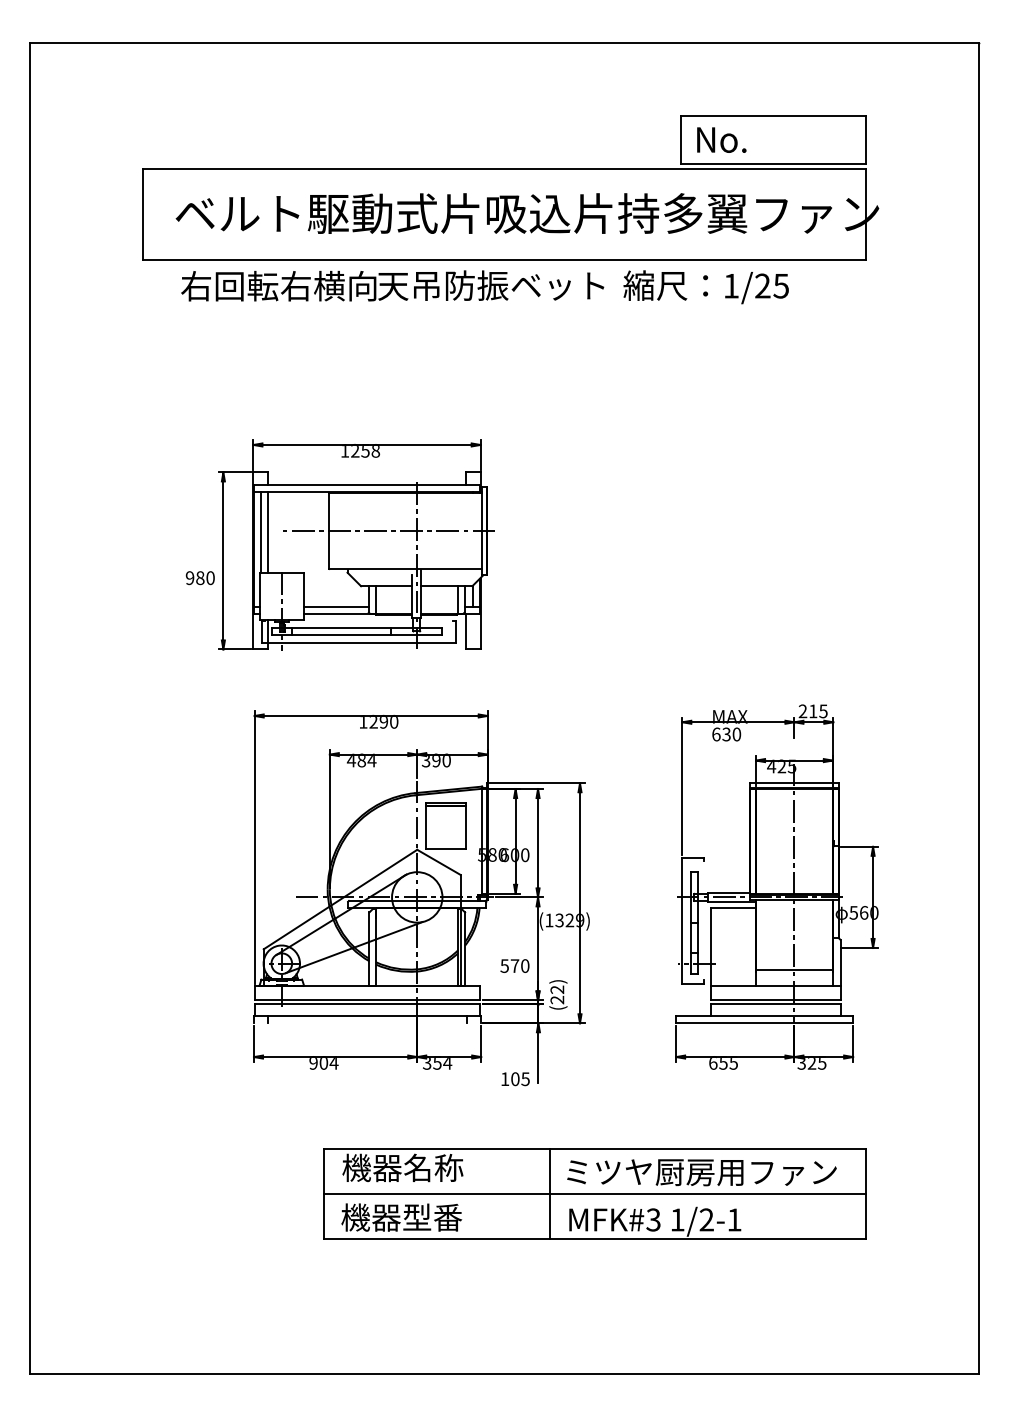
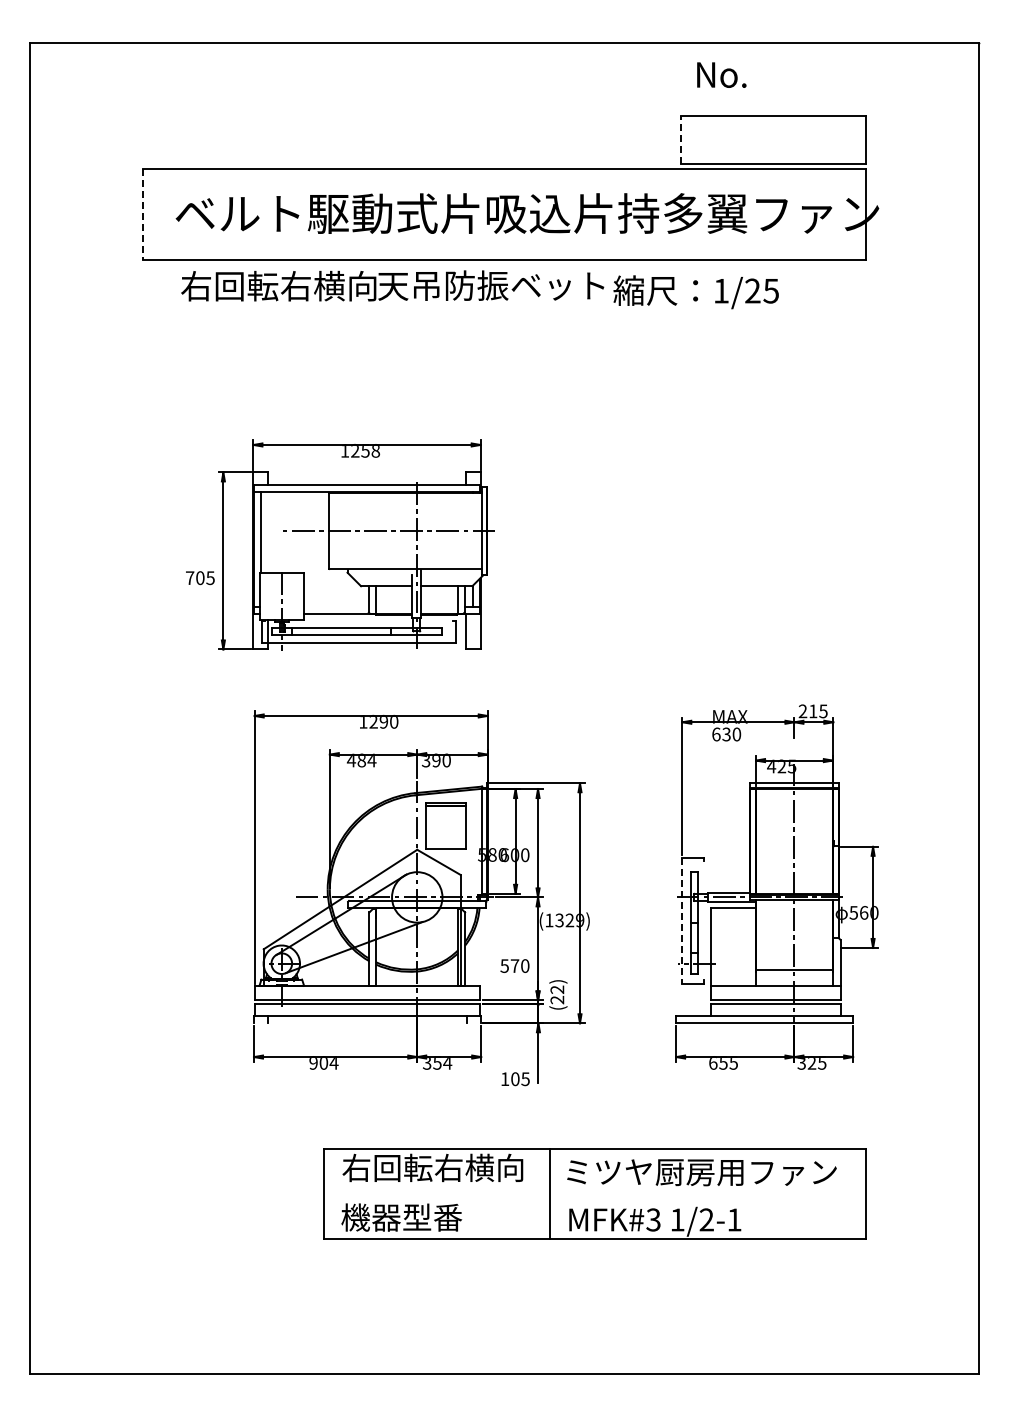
text at (721, 139) position: (721, 139) -> (721, 74)
line at (680, 140): solid -> dashed
line at (143, 214): solid -> dashed
text at (705, 287) position: (705, 287) -> (695, 292)
line at (267, 532): present -> none
text at (199, 578): 980 -> 705
line at (335, 607): present -> none
line at (682, 921): solid -> dashed
text at (432, 1167): 機器名称 -> 右回転右横向
line at (594, 1193): present -> none
